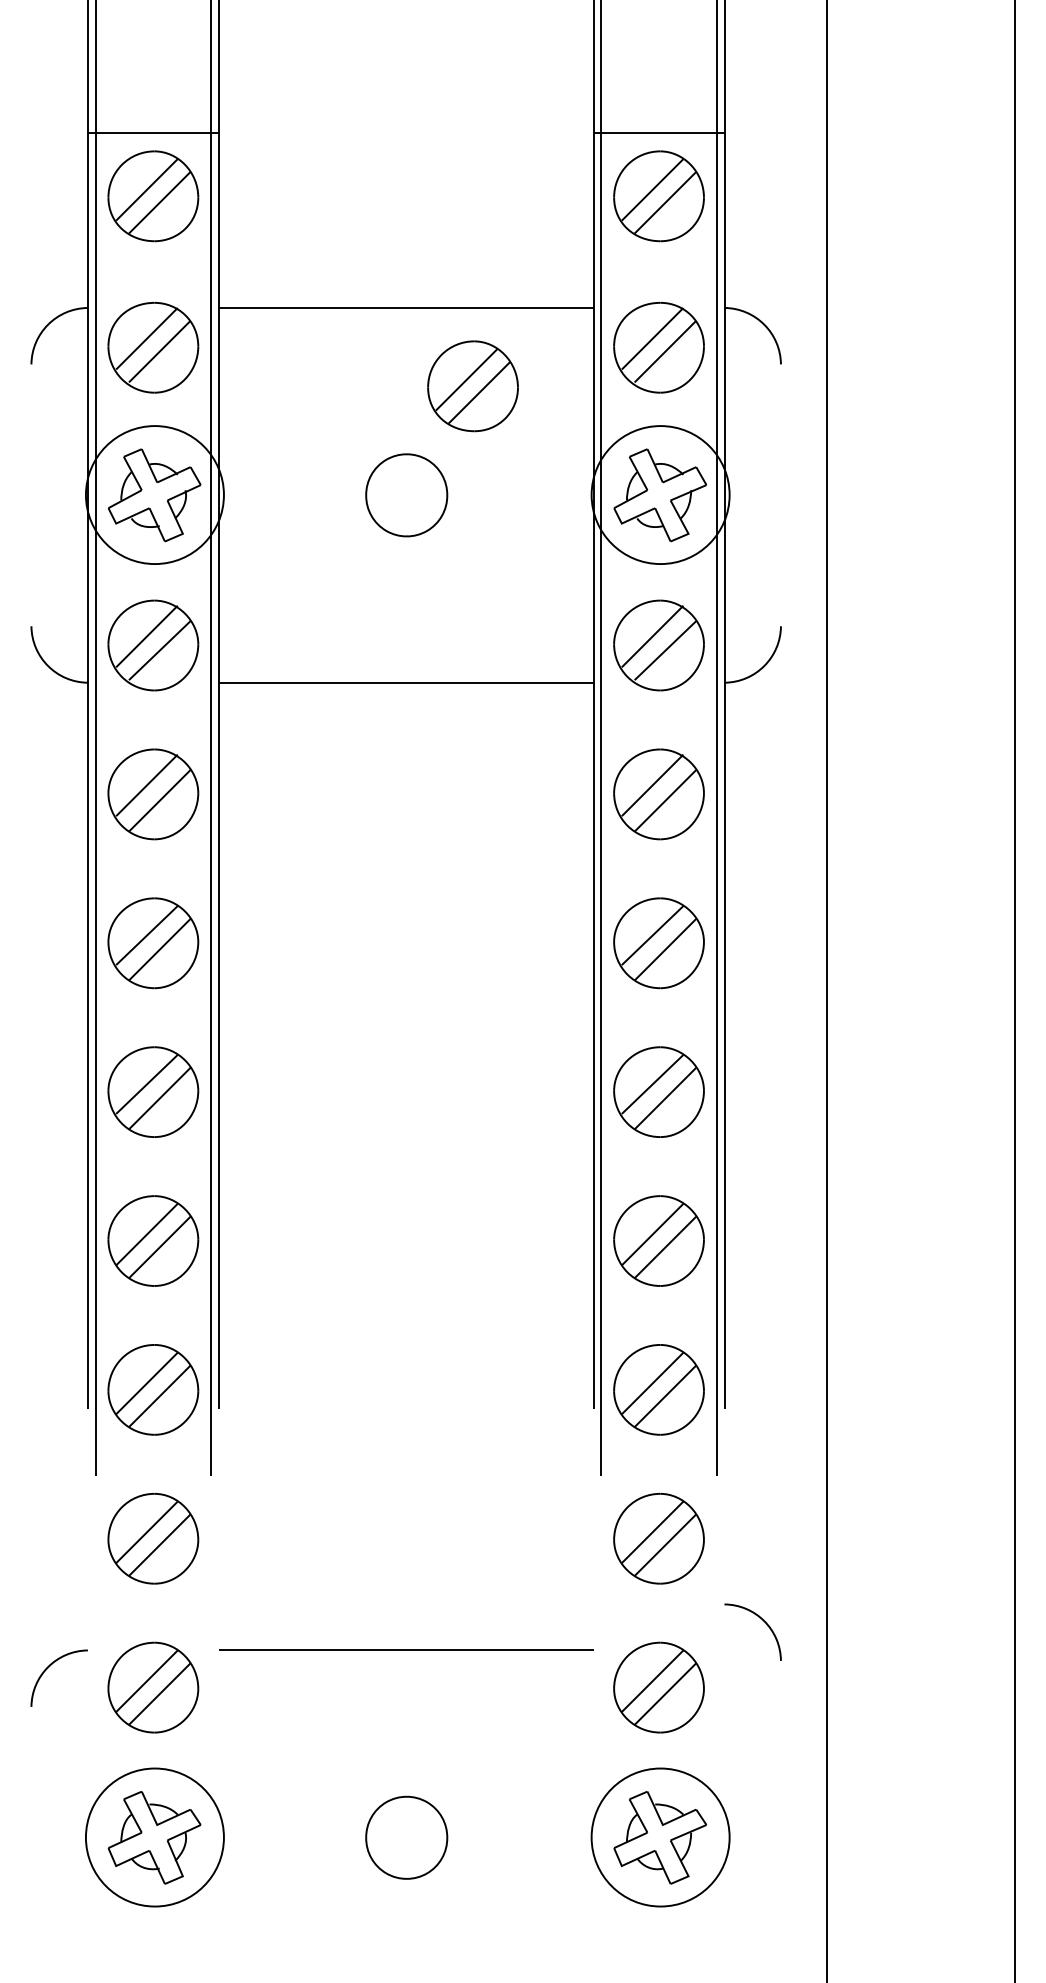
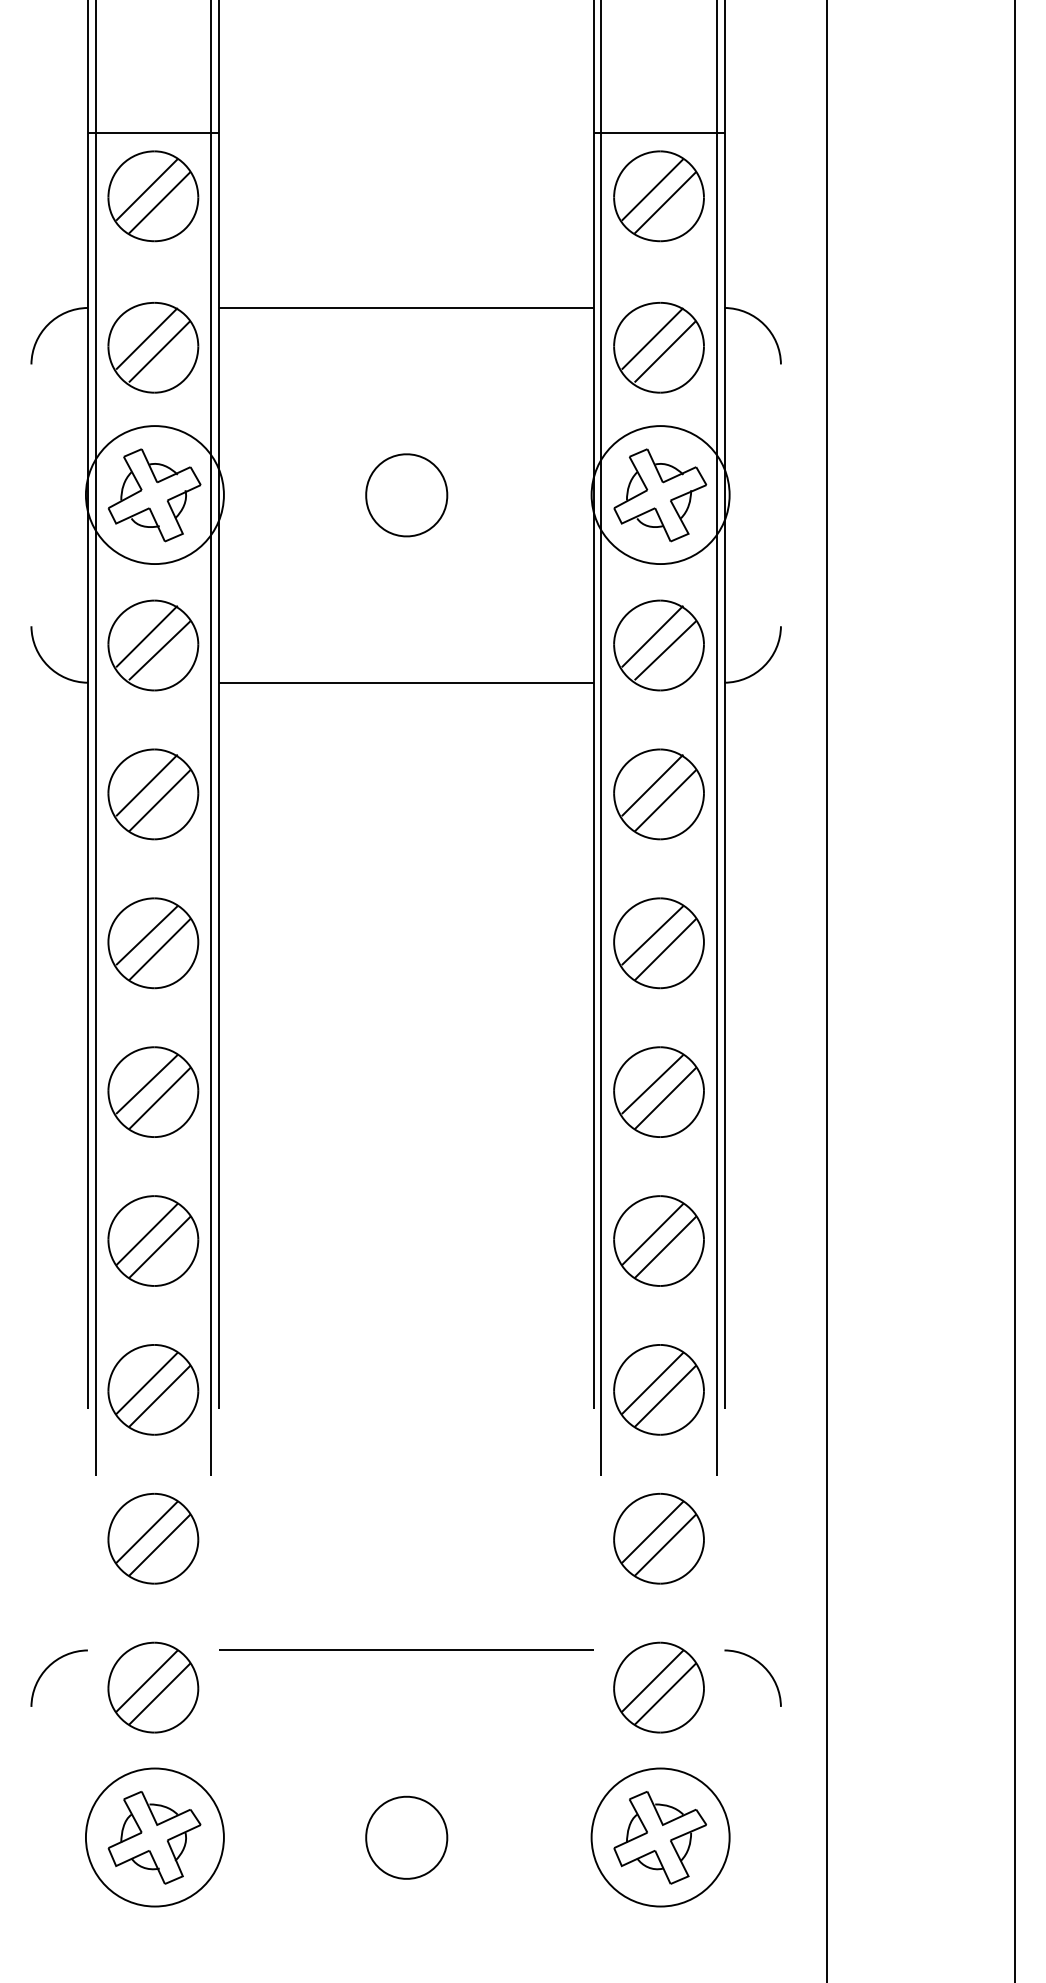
part at (472, 386): present -> none
arc at (759, 1618) position: (759, 1618) -> (759, 1664)
